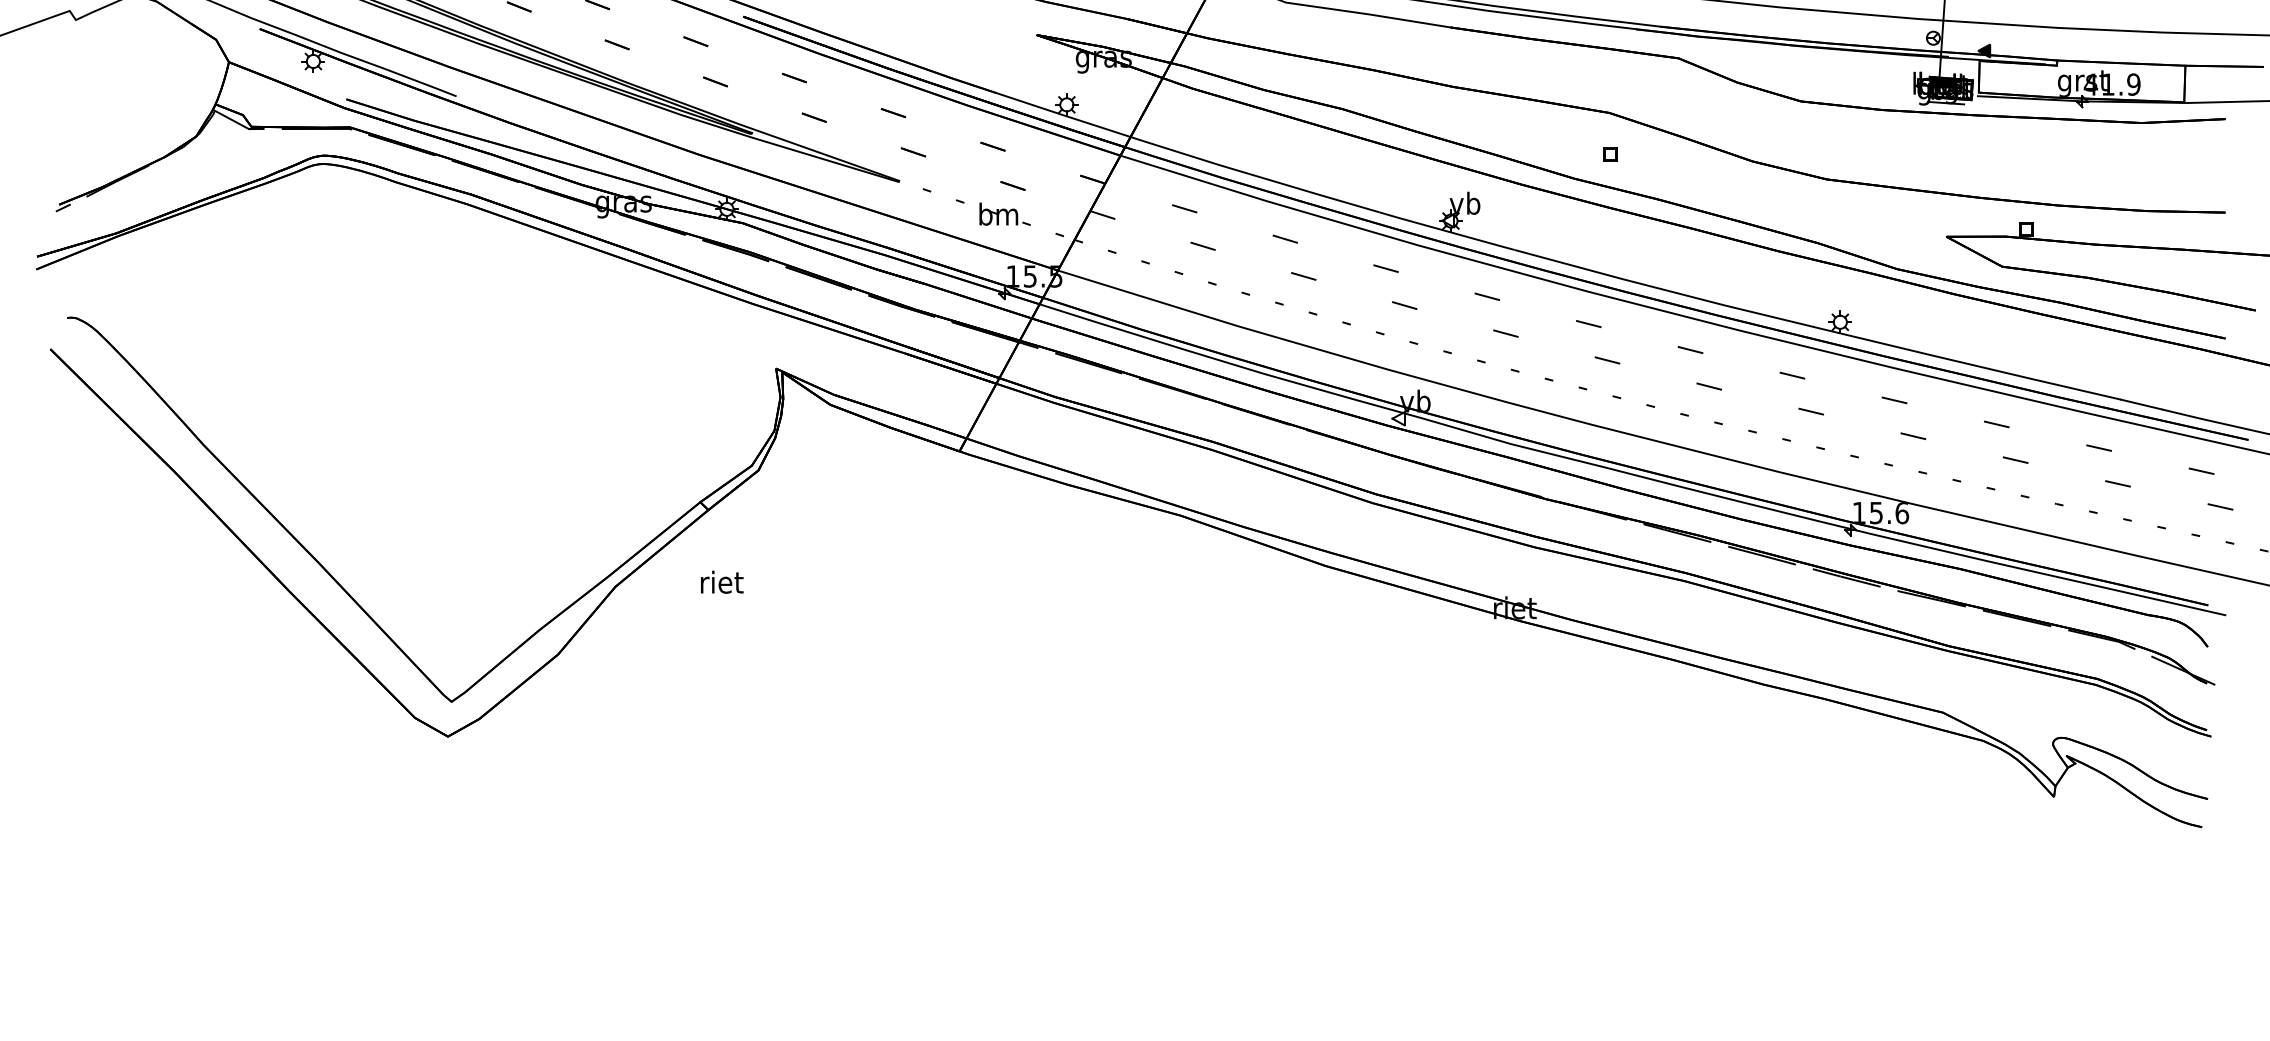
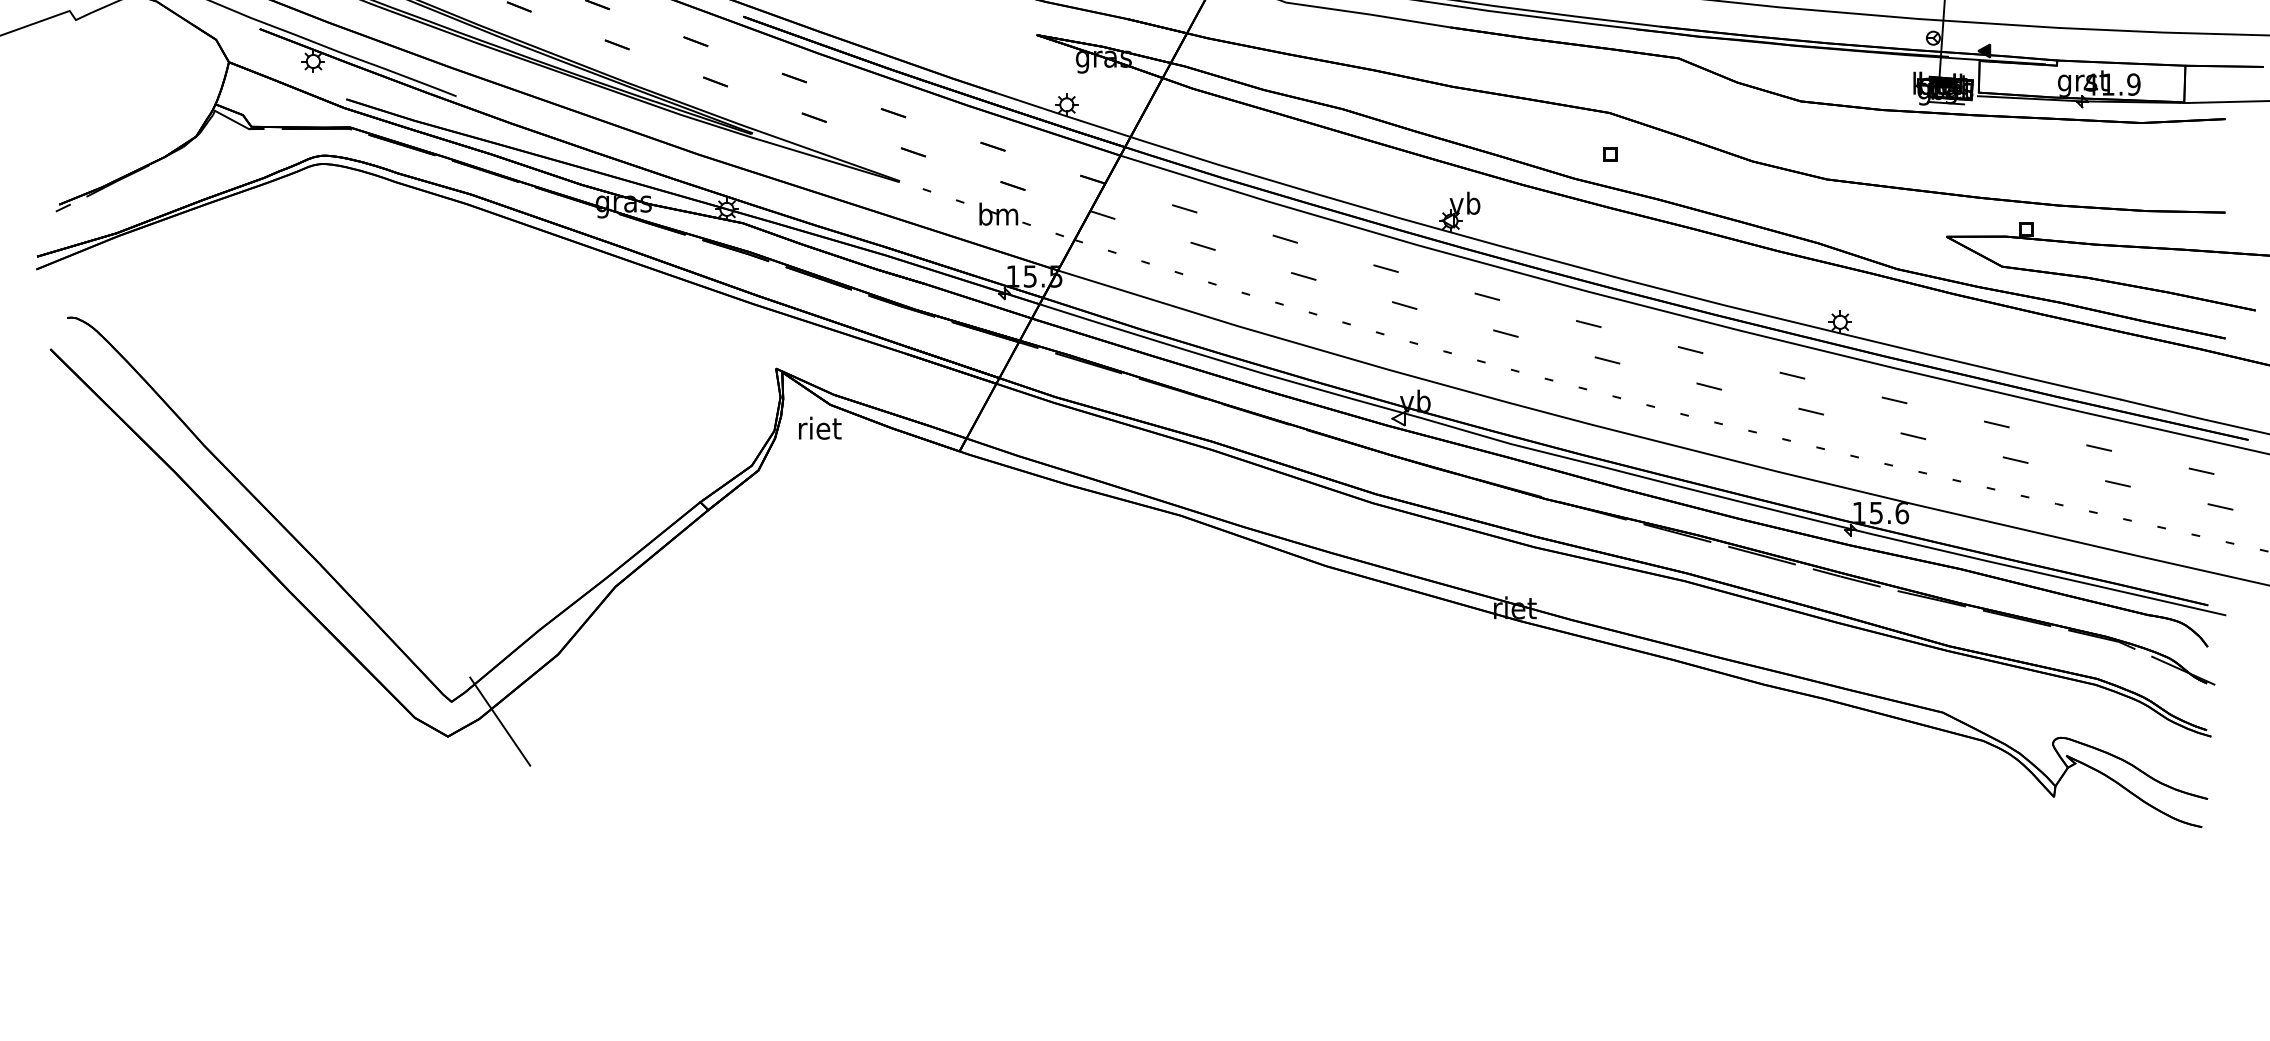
text at (722, 581) position: (722, 581) -> (820, 427)
line at (500, 721): none -> present
